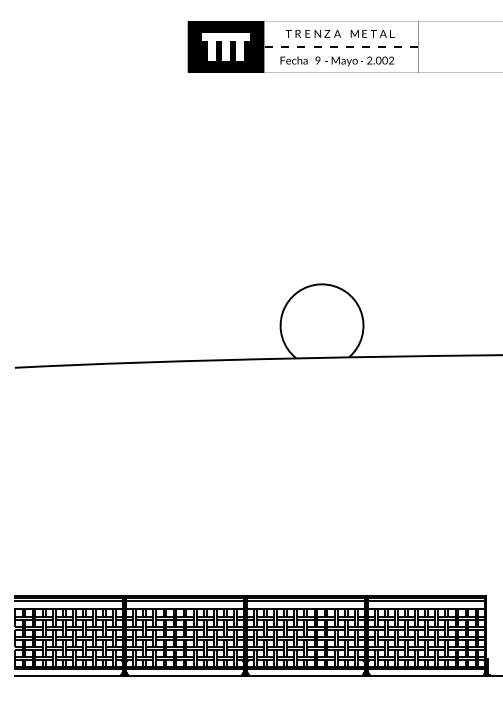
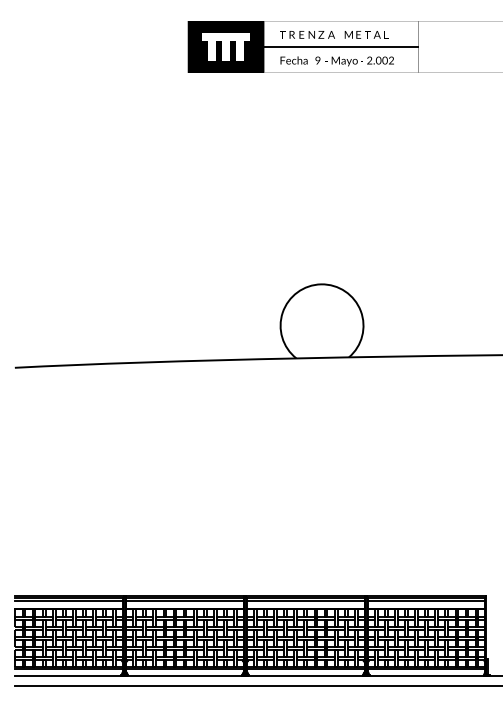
text at (340, 33) position: (340, 33) -> (334, 34)
line at (341, 46): dashed -> solid
line at (256, 685): none -> present
